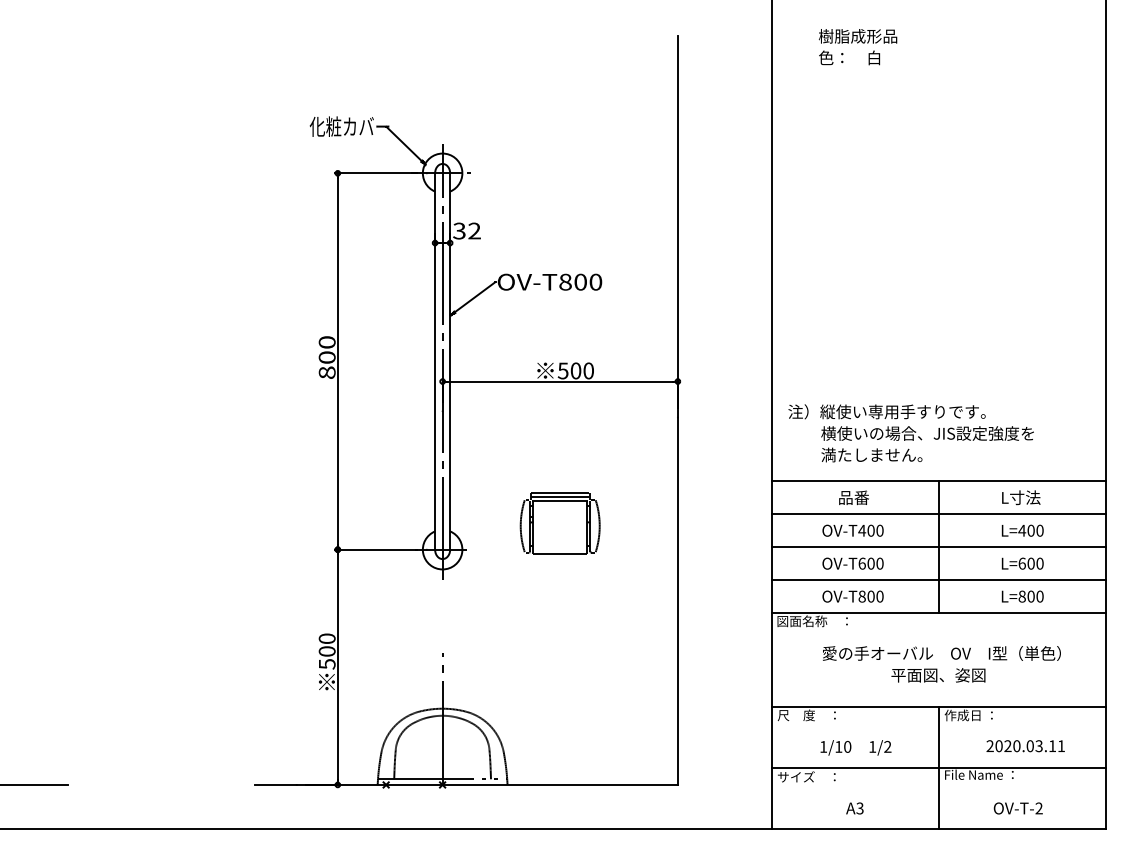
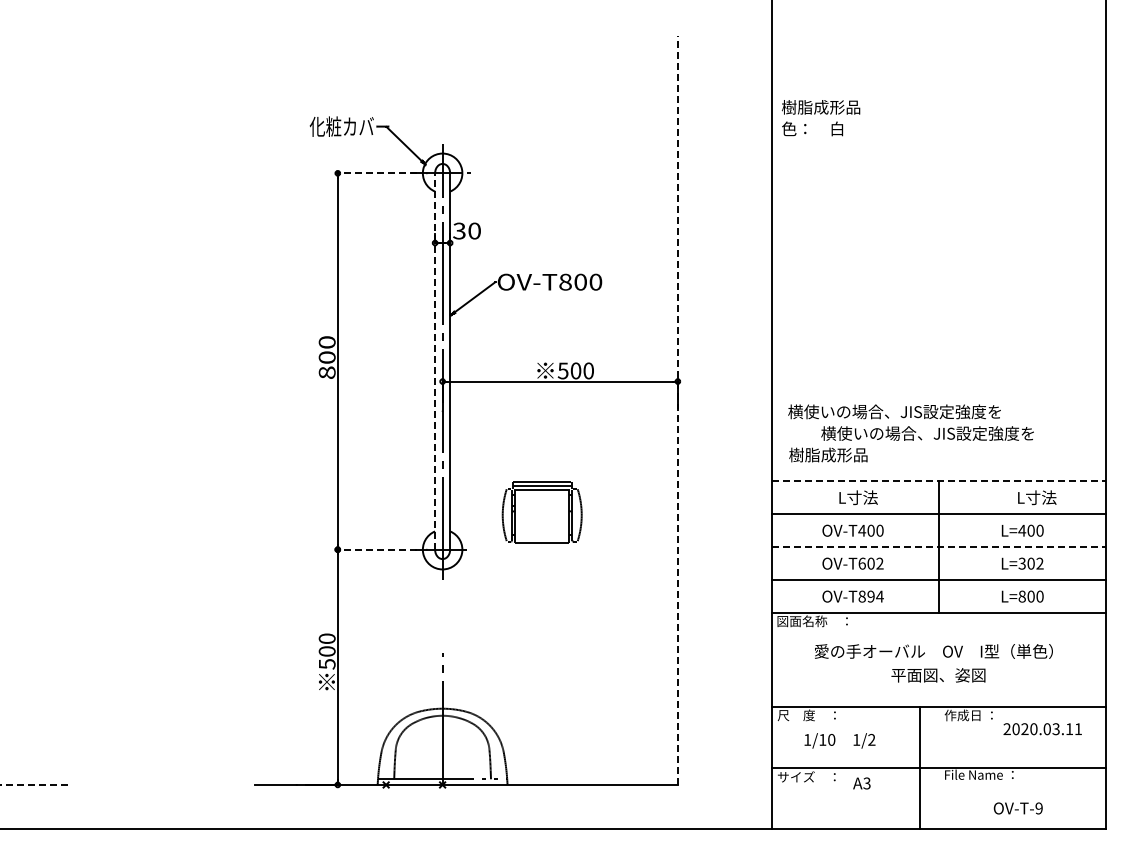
text at (858, 47) position: (858, 47) -> (821, 118)
line at (375, 173): solid -> dashed
text at (474, 230): 32 -> 30
line at (435, 361): solid -> dashed
line at (677, 409): solid -> dashed
text at (894, 411): 注）縦使い専用手すりです。 -> 横使いの場合、JIS設定強度を
text at (855, 454): 満たしません。 -> 樹脂成形品
line at (939, 481): solid -> dashed
text at (858, 497): 品番 -> L寸法
text at (1021, 497) position: (1021, 497) -> (1037, 497)
part at (559, 523) position: (559, 523) -> (541, 512)
line at (939, 547): solid -> dashed
line at (375, 549): solid -> dashed
text at (879, 563): OV-T600 -> OV-T602
text at (1030, 563): L=600 -> L=302
text at (875, 596): OV-T800 -> OV-T894
text at (941, 653) position: (941, 653) -> (933, 651)
text at (1025, 746) position: (1025, 746) -> (1042, 729)
text at (855, 747) position: (855, 747) -> (839, 740)
line at (938, 768) position: (938, 768) -> (919, 768)
line at (34, 784): solid -> dashed
text at (854, 808) position: (854, 808) -> (861, 783)
text at (1038, 808): OV-T-2 -> OV-T-9
